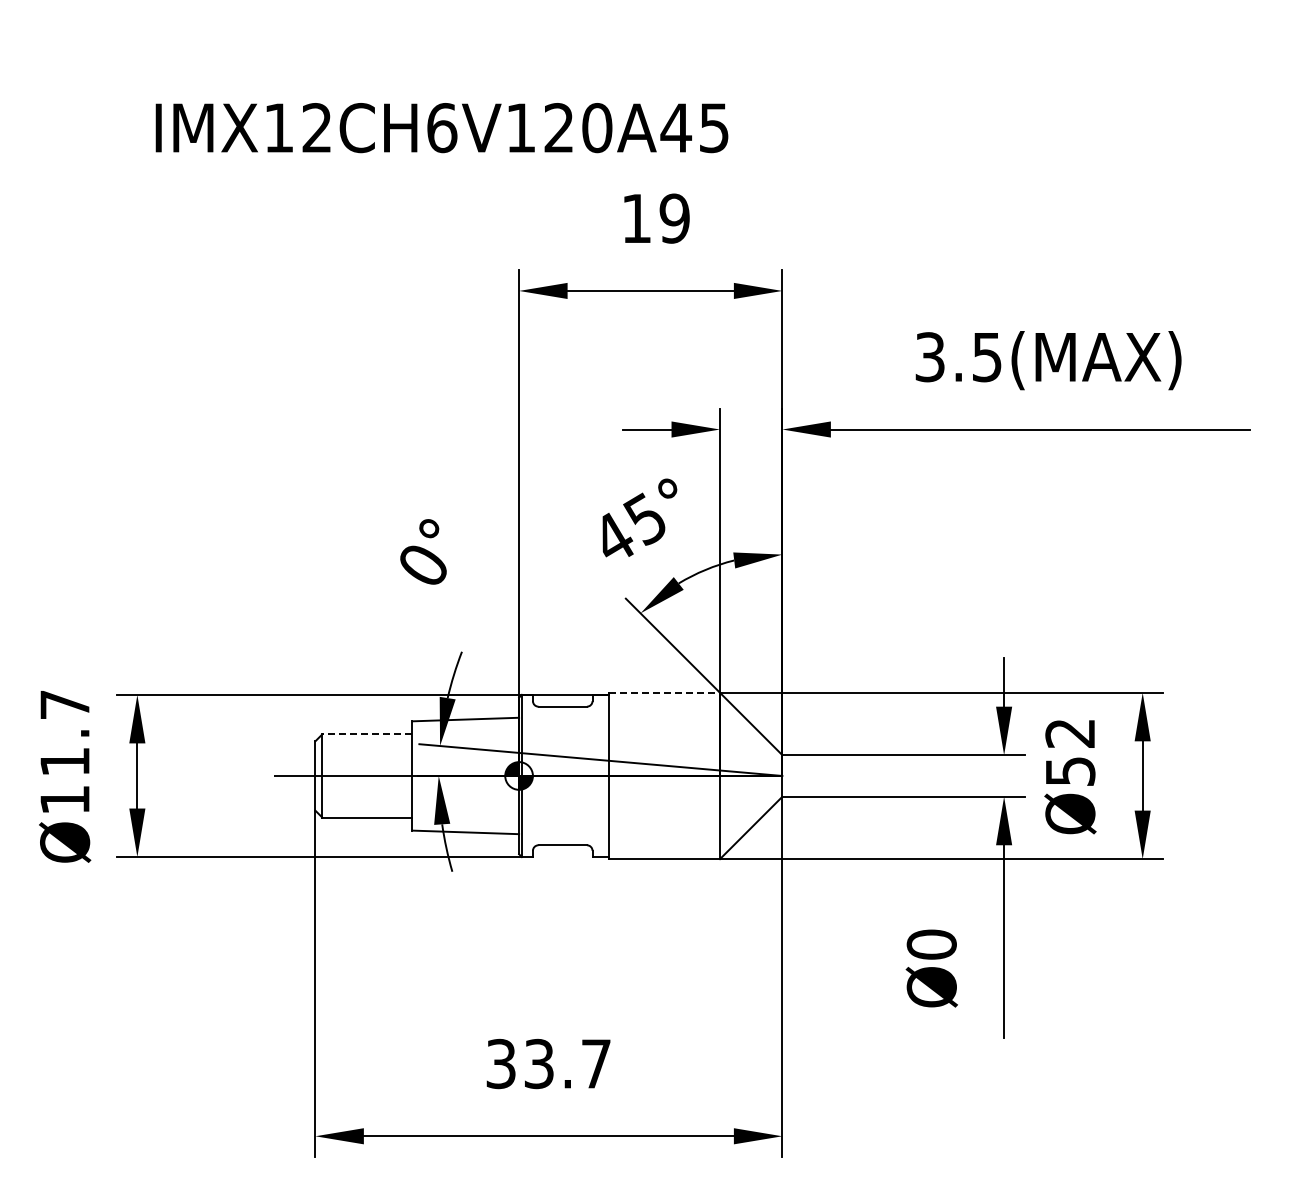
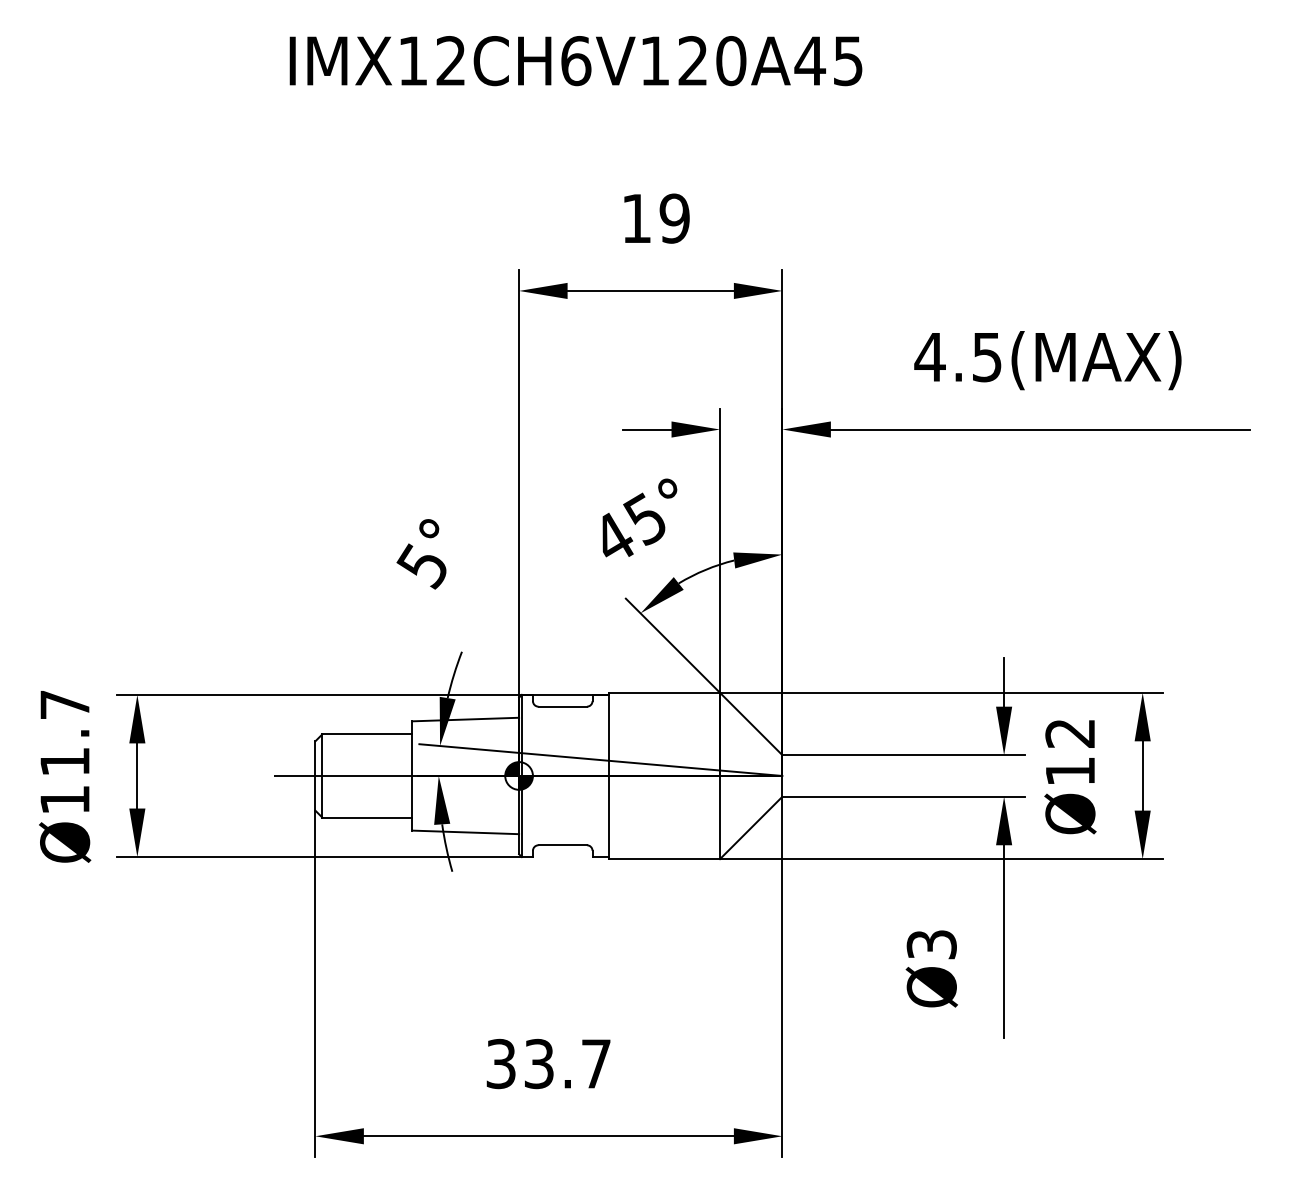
text at (441, 128) position: (441, 128) -> (575, 61)
text at (929, 357): 3.5(MAX) -> 4.5(MAX)
text at (421, 566): 0° -> 5°
line at (665, 692): dashed -> solid
line at (366, 734): dashed -> solid
text at (1070, 771): Ø52 -> Ø12
text at (931, 944): Ø0 -> Ø3
